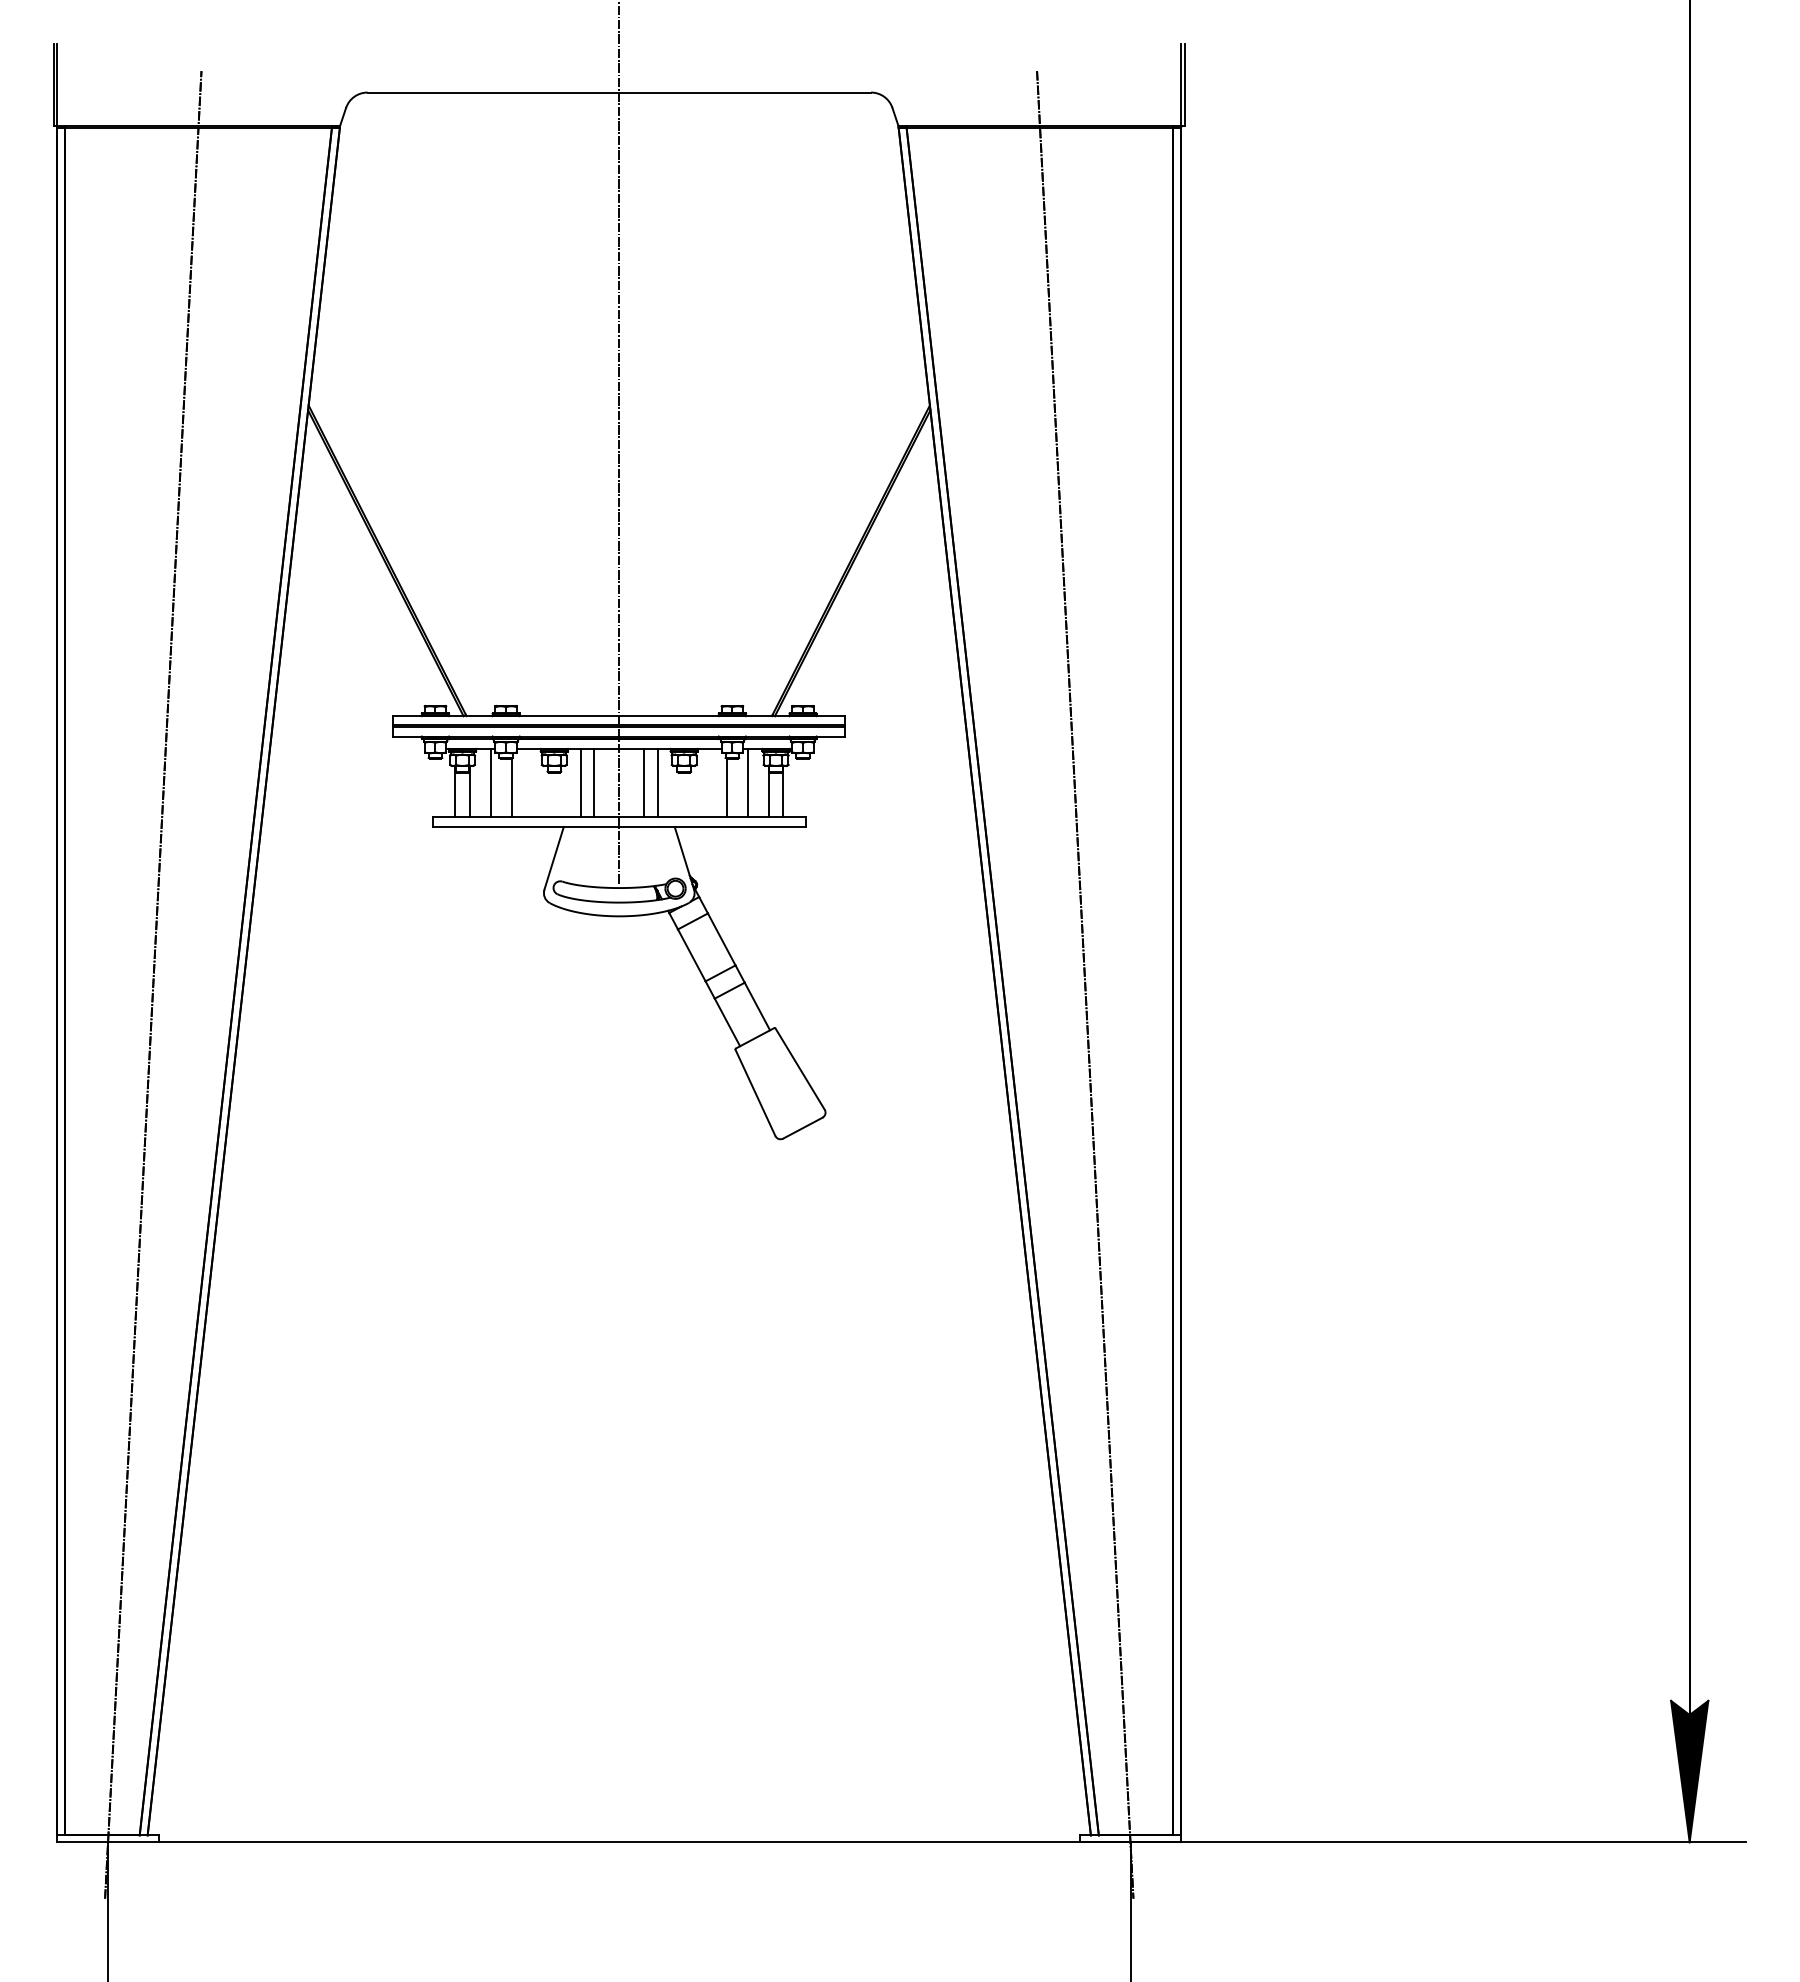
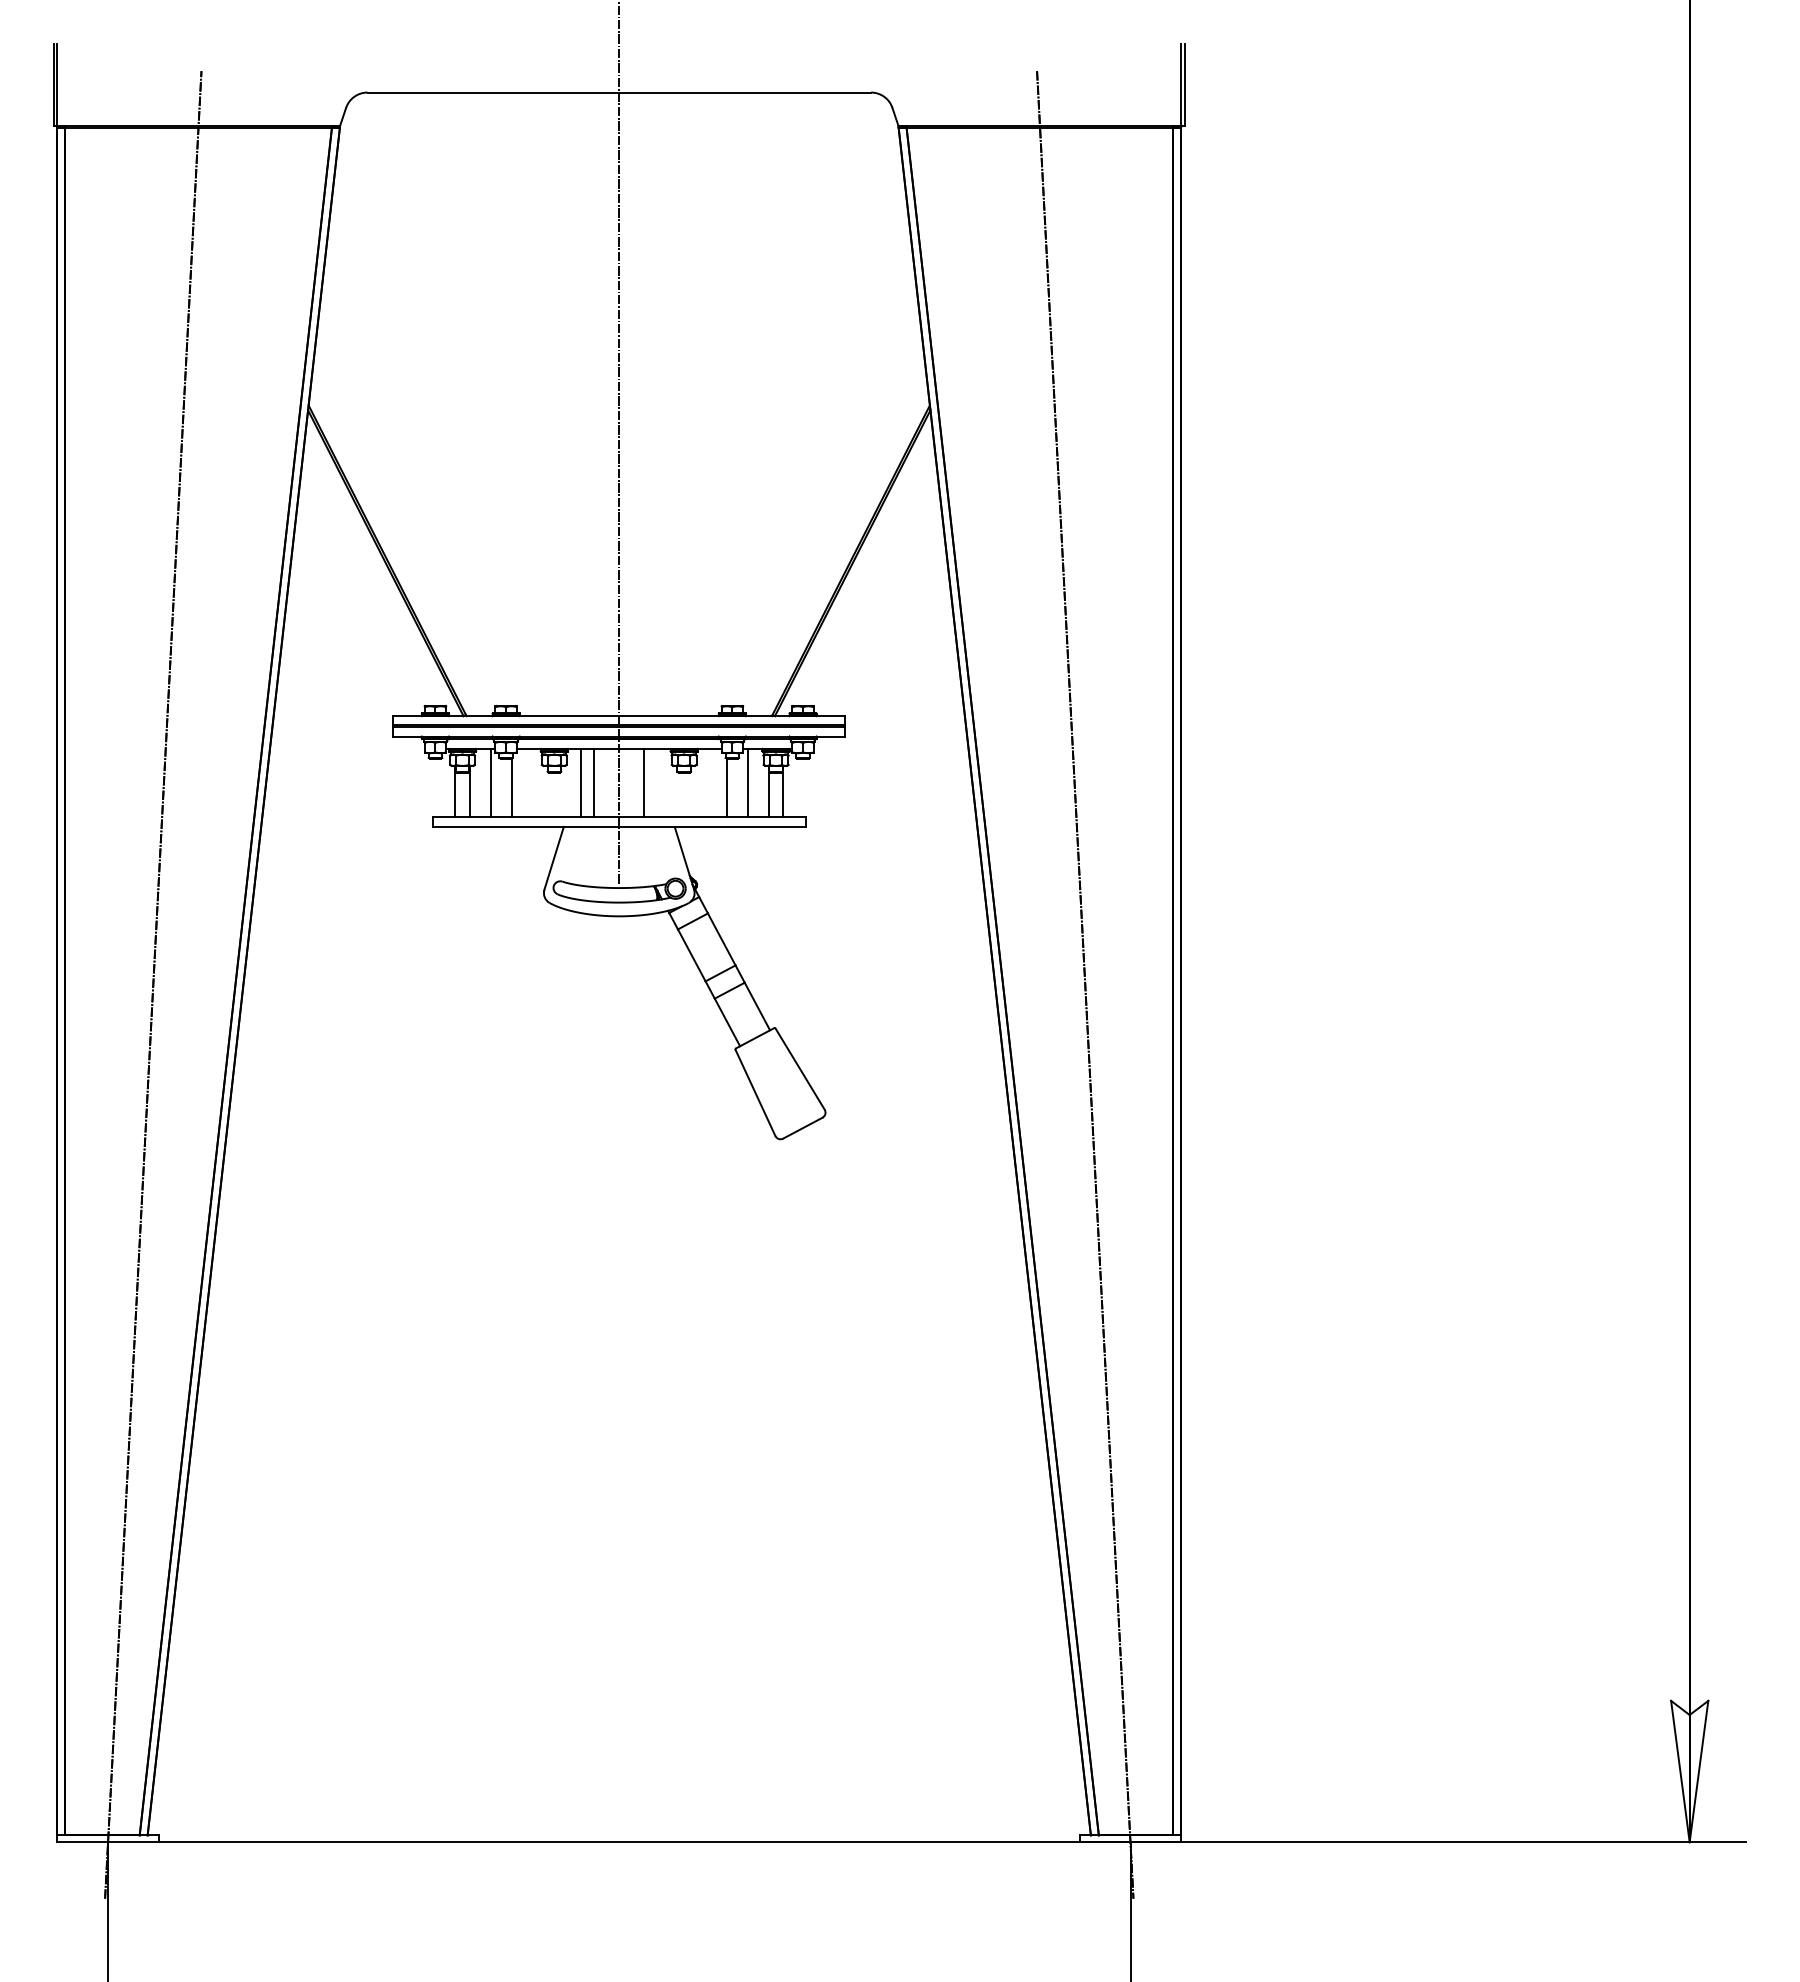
line at (658, 782): present -> none
fill at (1689, 1771): present -> none
